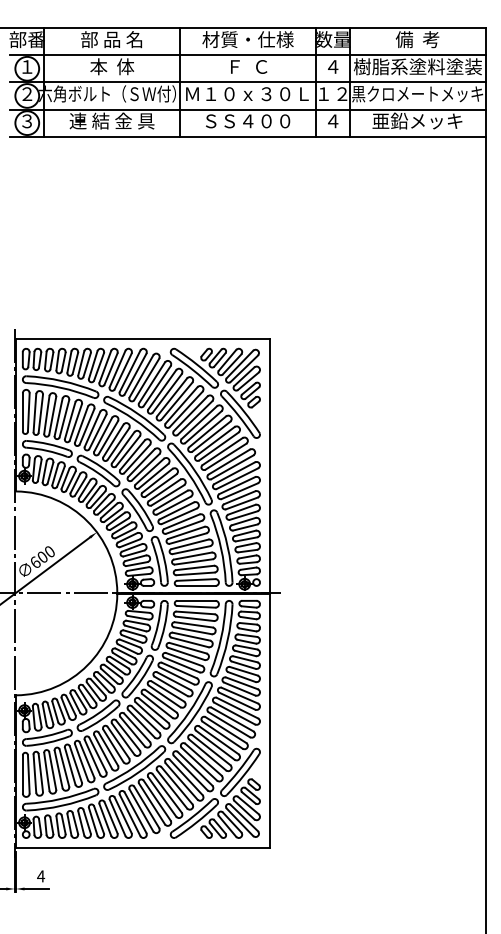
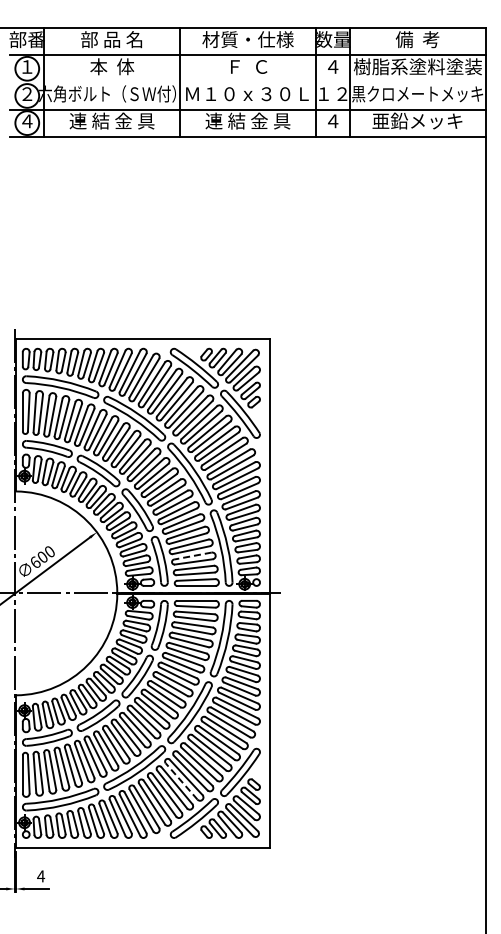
line at (247, 82): present -> none
text at (247, 120): ＳＳ４００ -> 連 結 金 具
text at (27, 121): ３ -> ４
line at (192, 556): solid -> dashed
line at (181, 781): solid -> dashed
